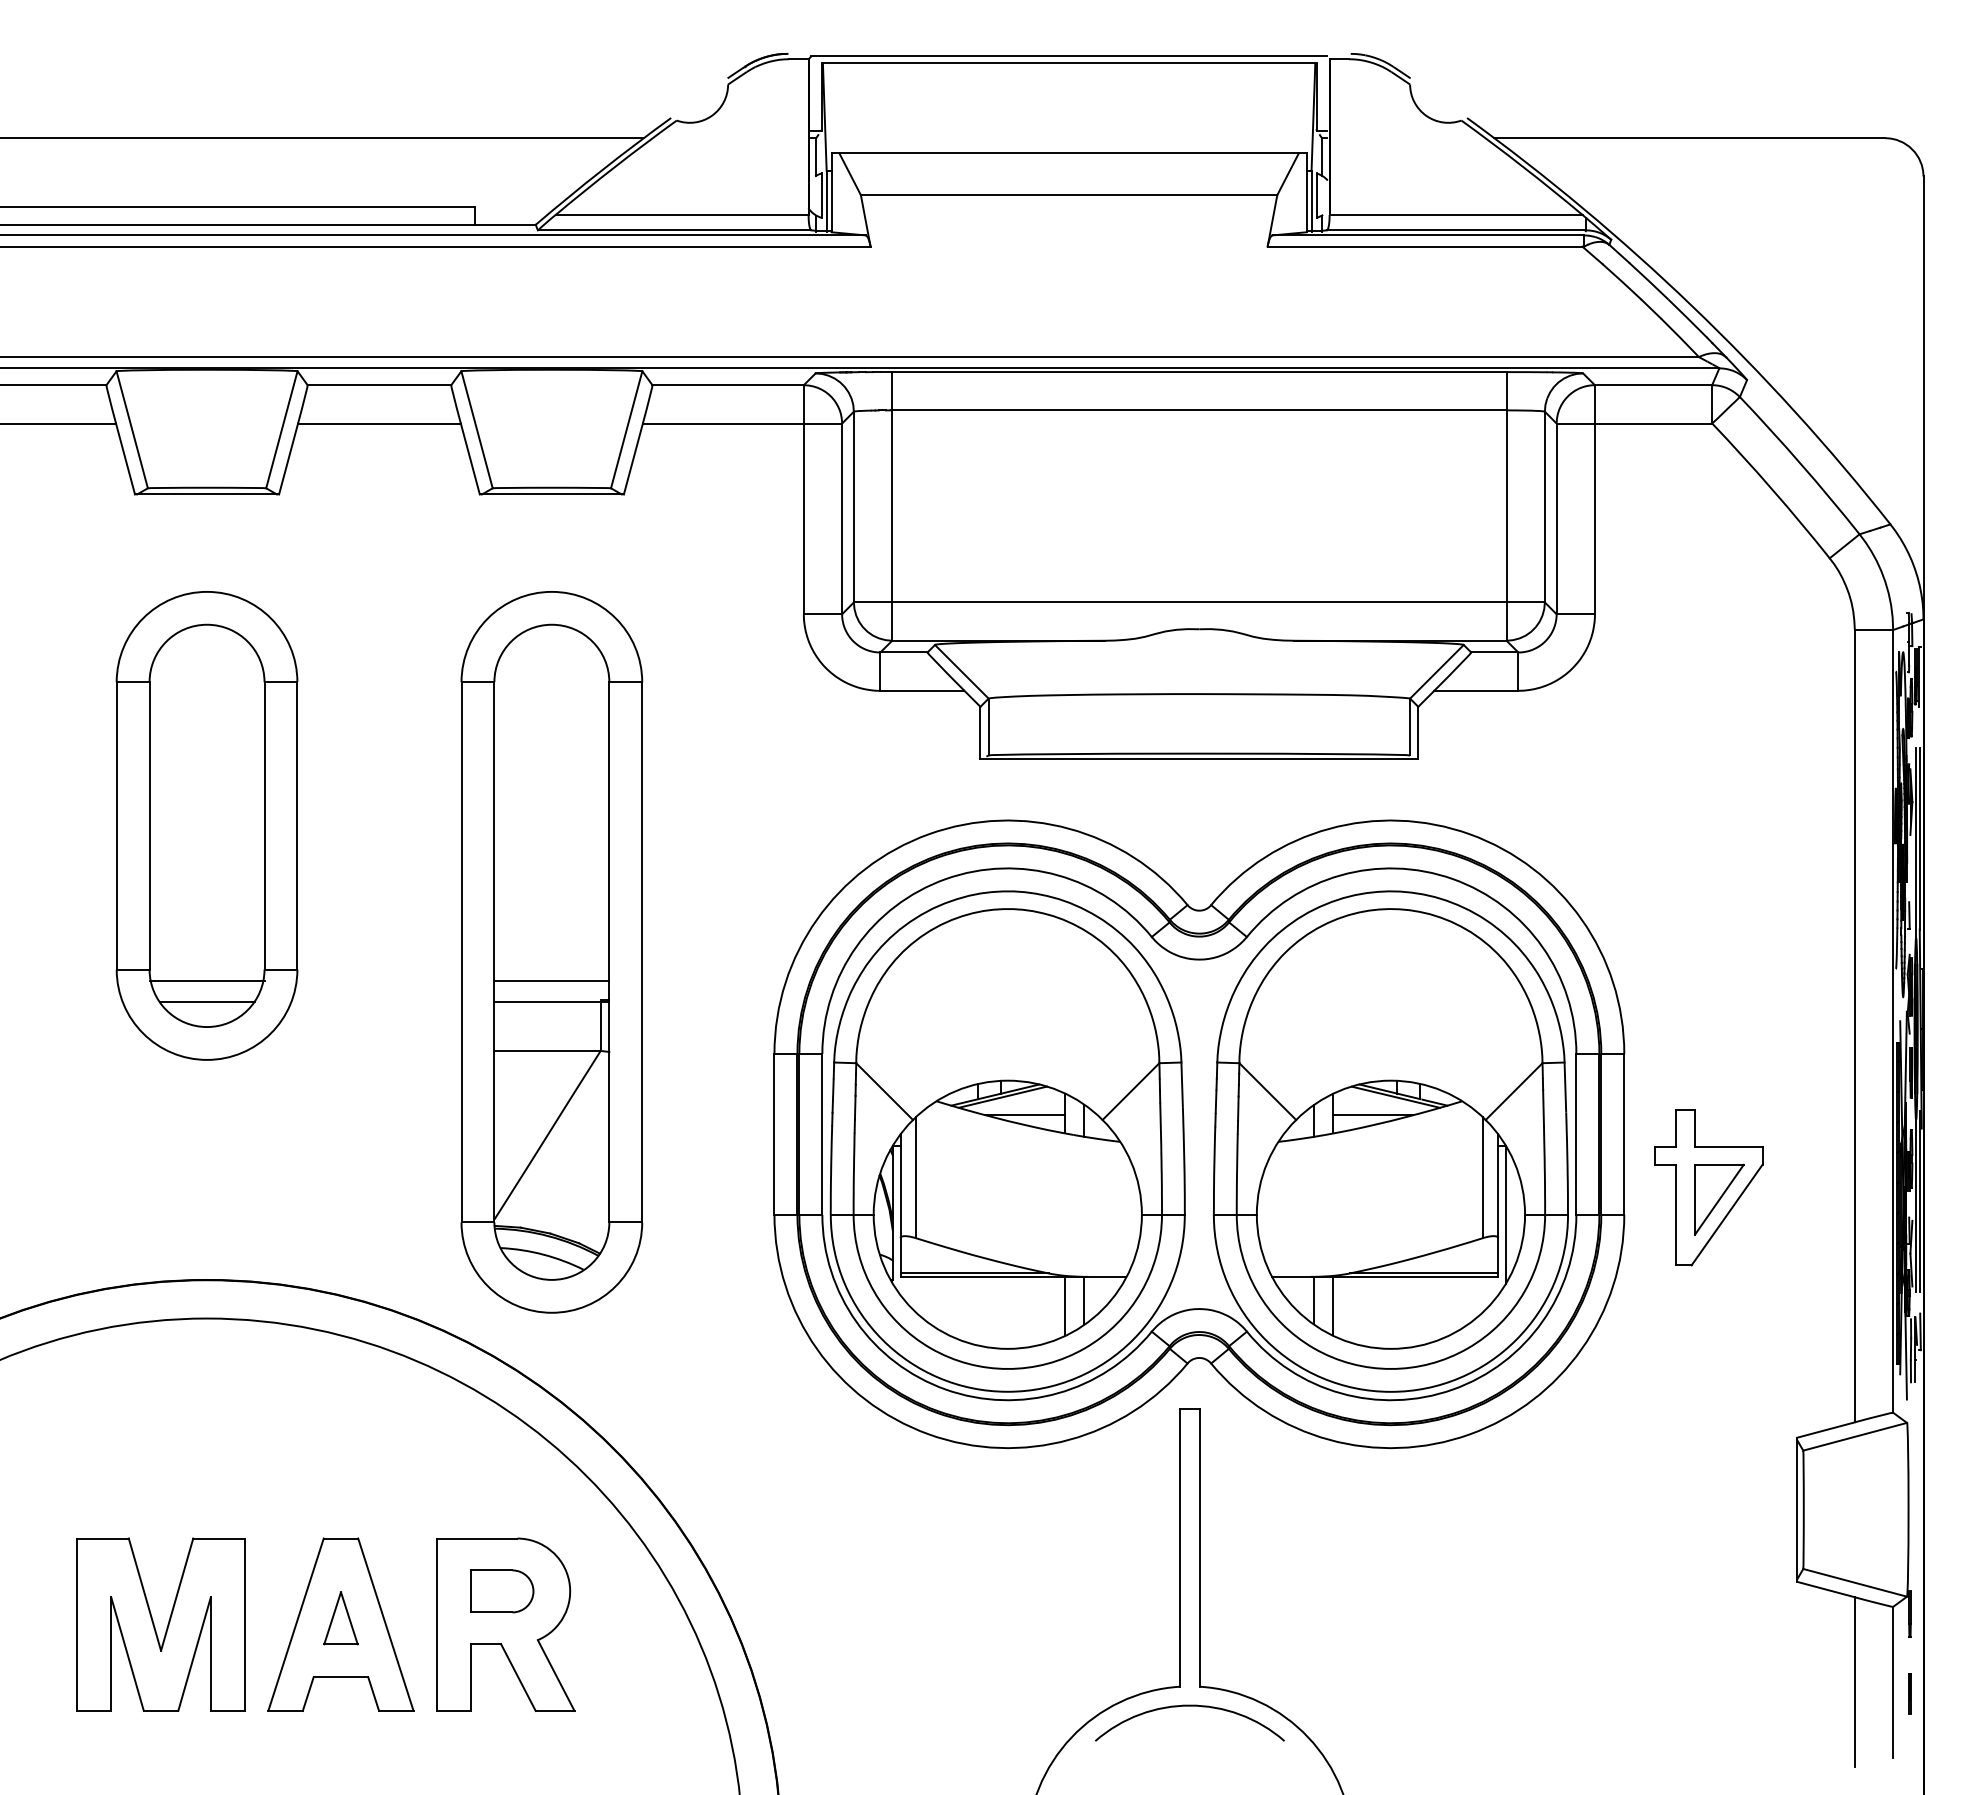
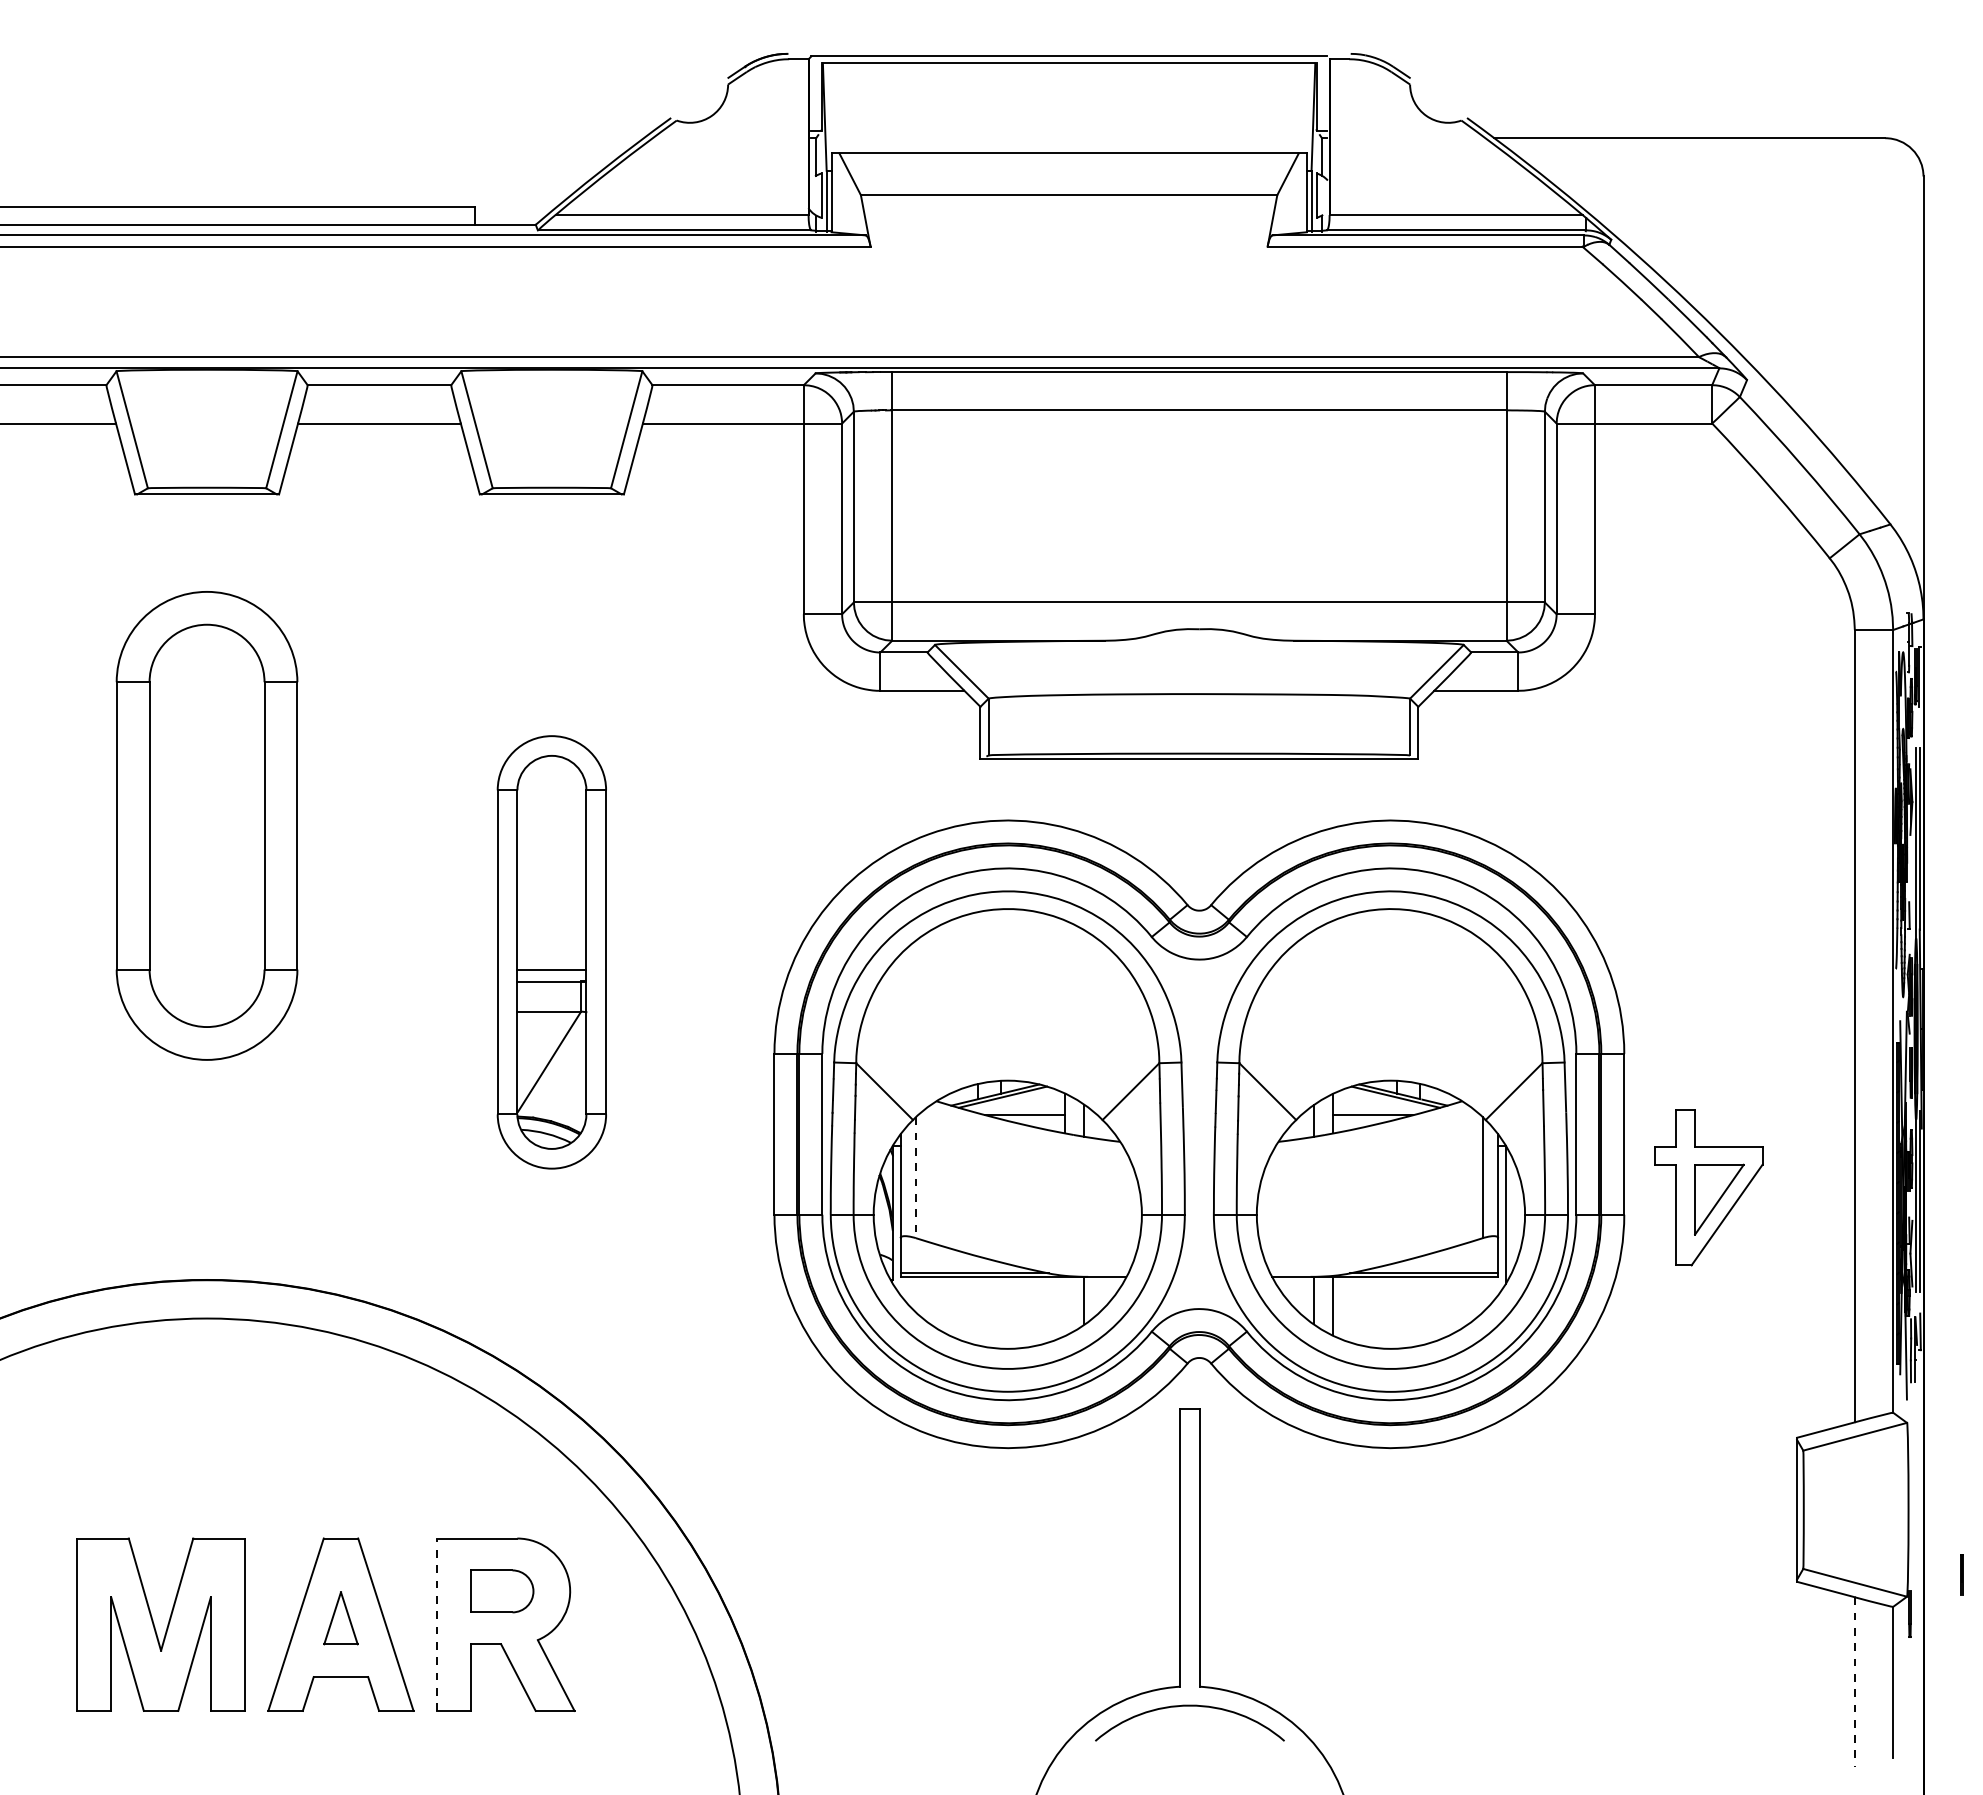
line at (322, 138): present -> none
part at (551, 952) size: 184x723 px -> 111x435 px
line at (206, 981): present -> none
line at (206, 1001): present -> none
line at (915, 1178): solid -> dashed
line at (1065, 1305): present -> none
line at (436, 1624): solid -> dashed
line at (1854, 1682): solid -> dashed
line at (1909, 1693) position: (1909, 1693) -> (1961, 1574)
